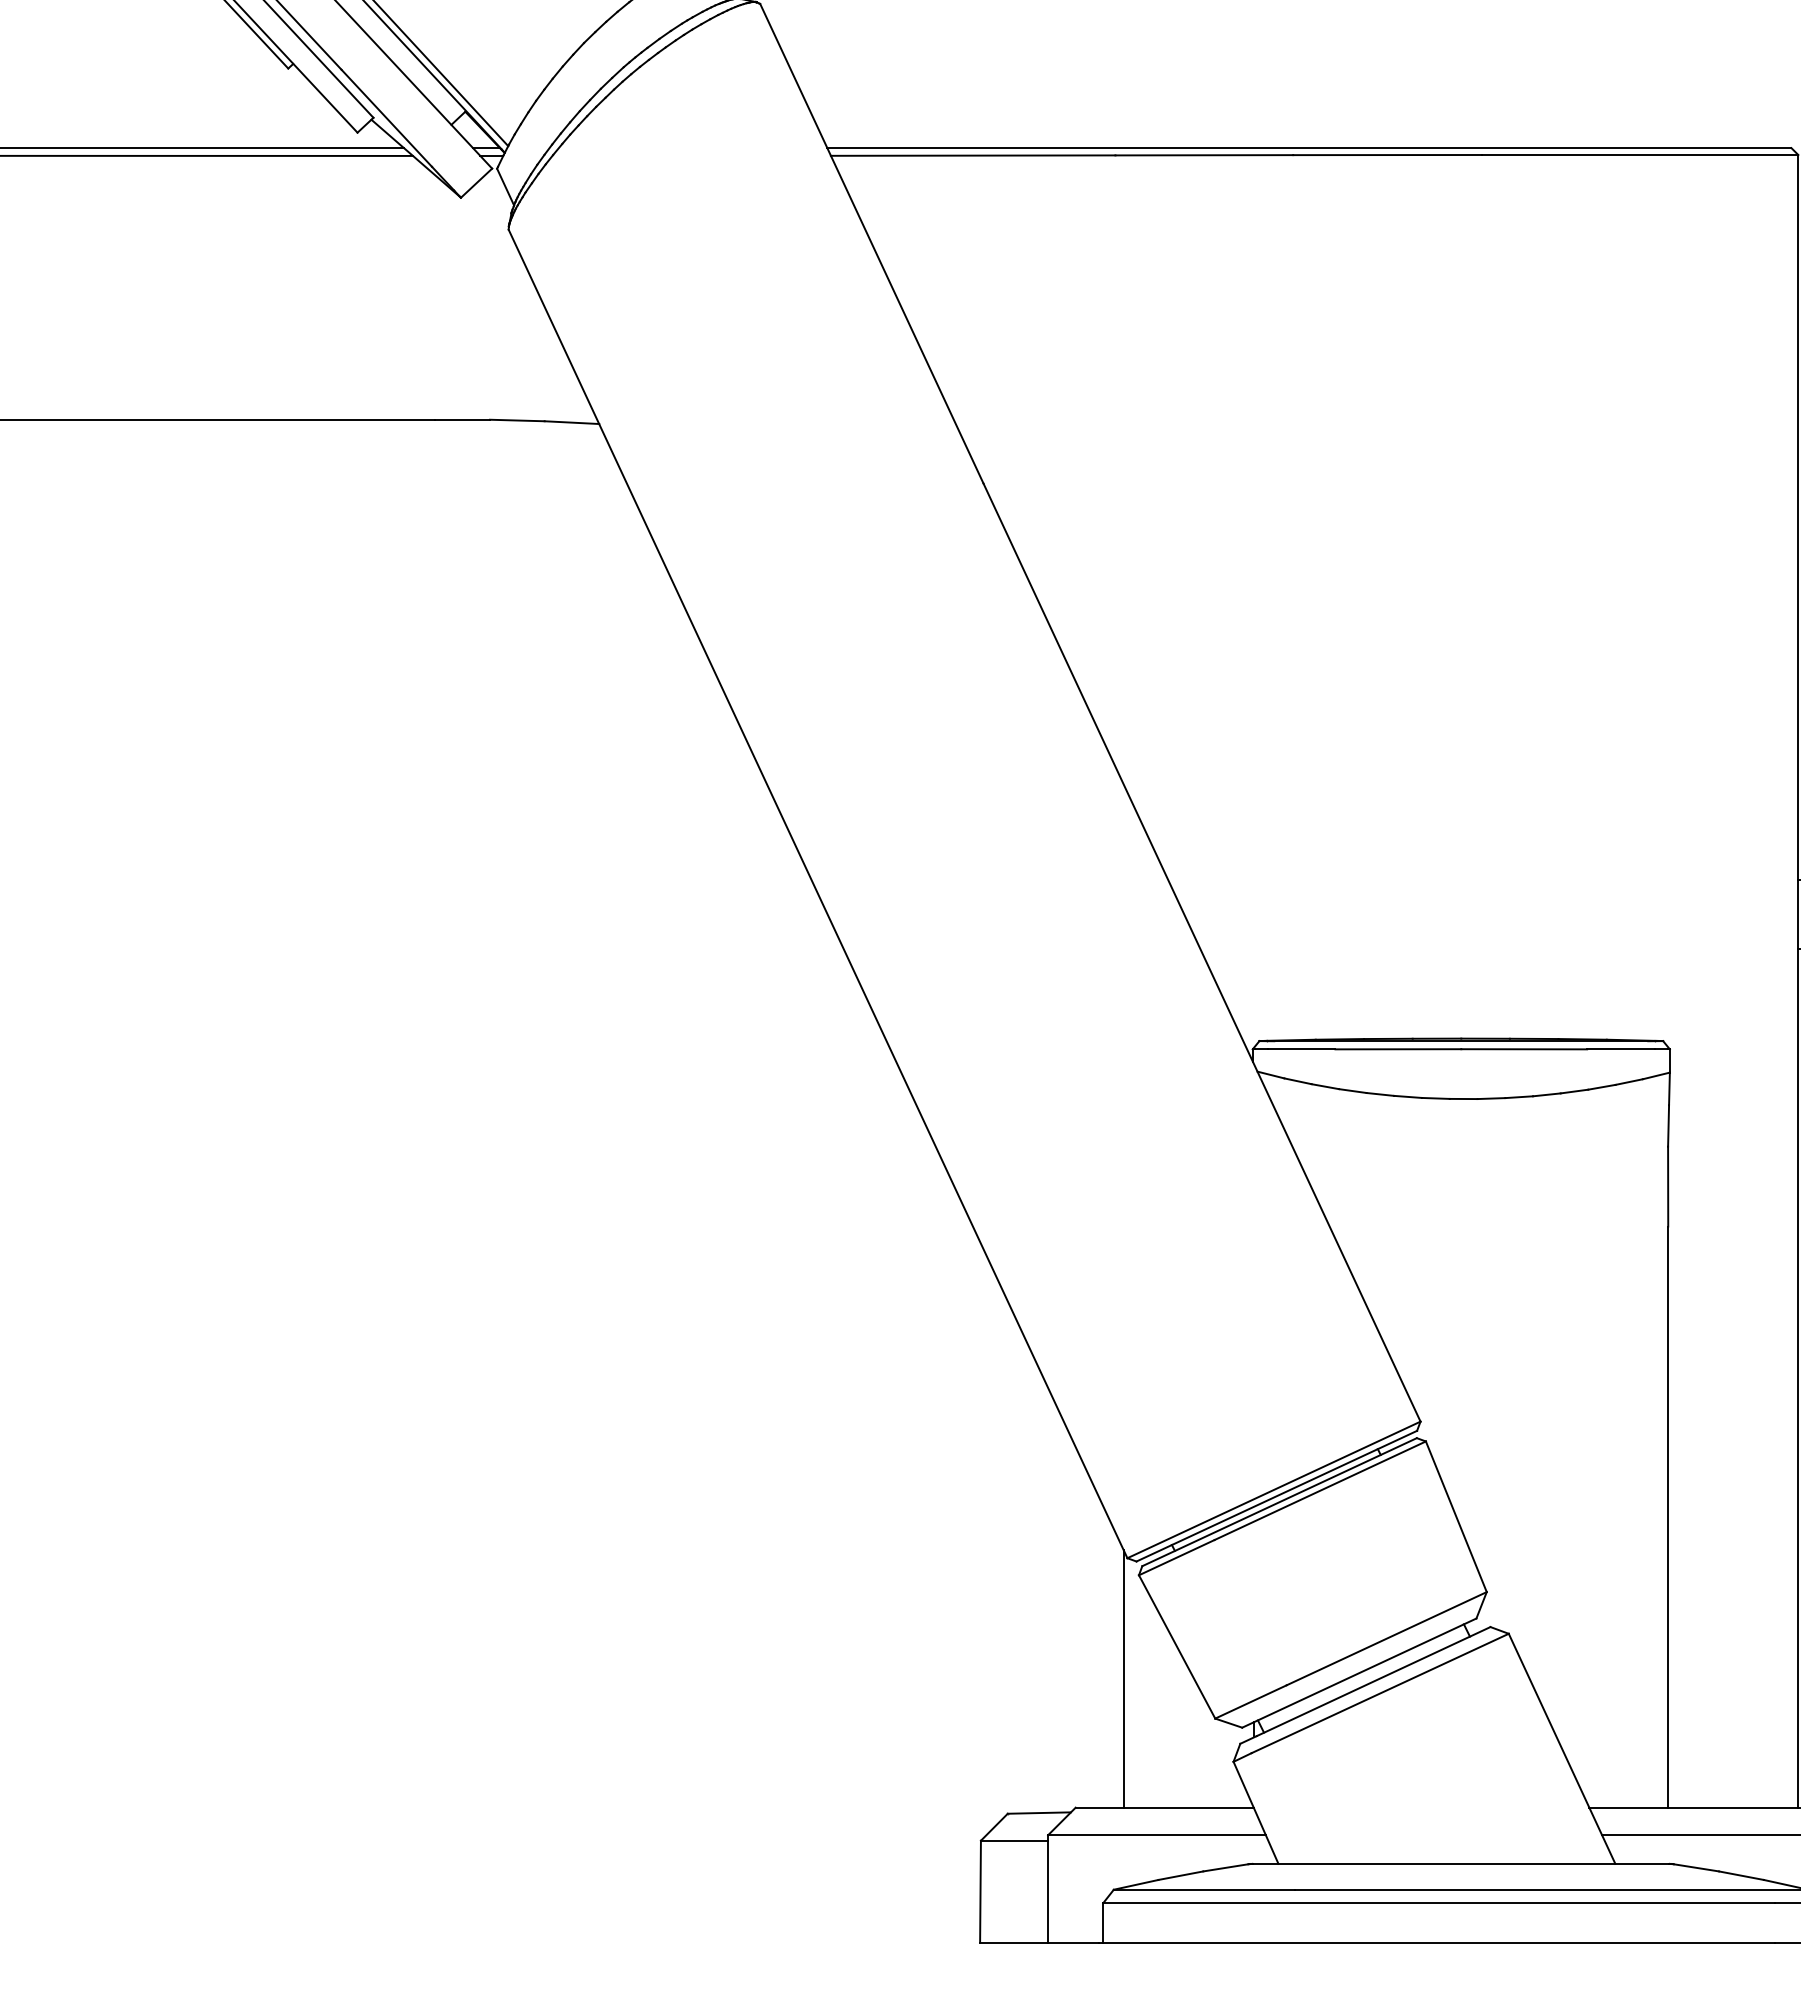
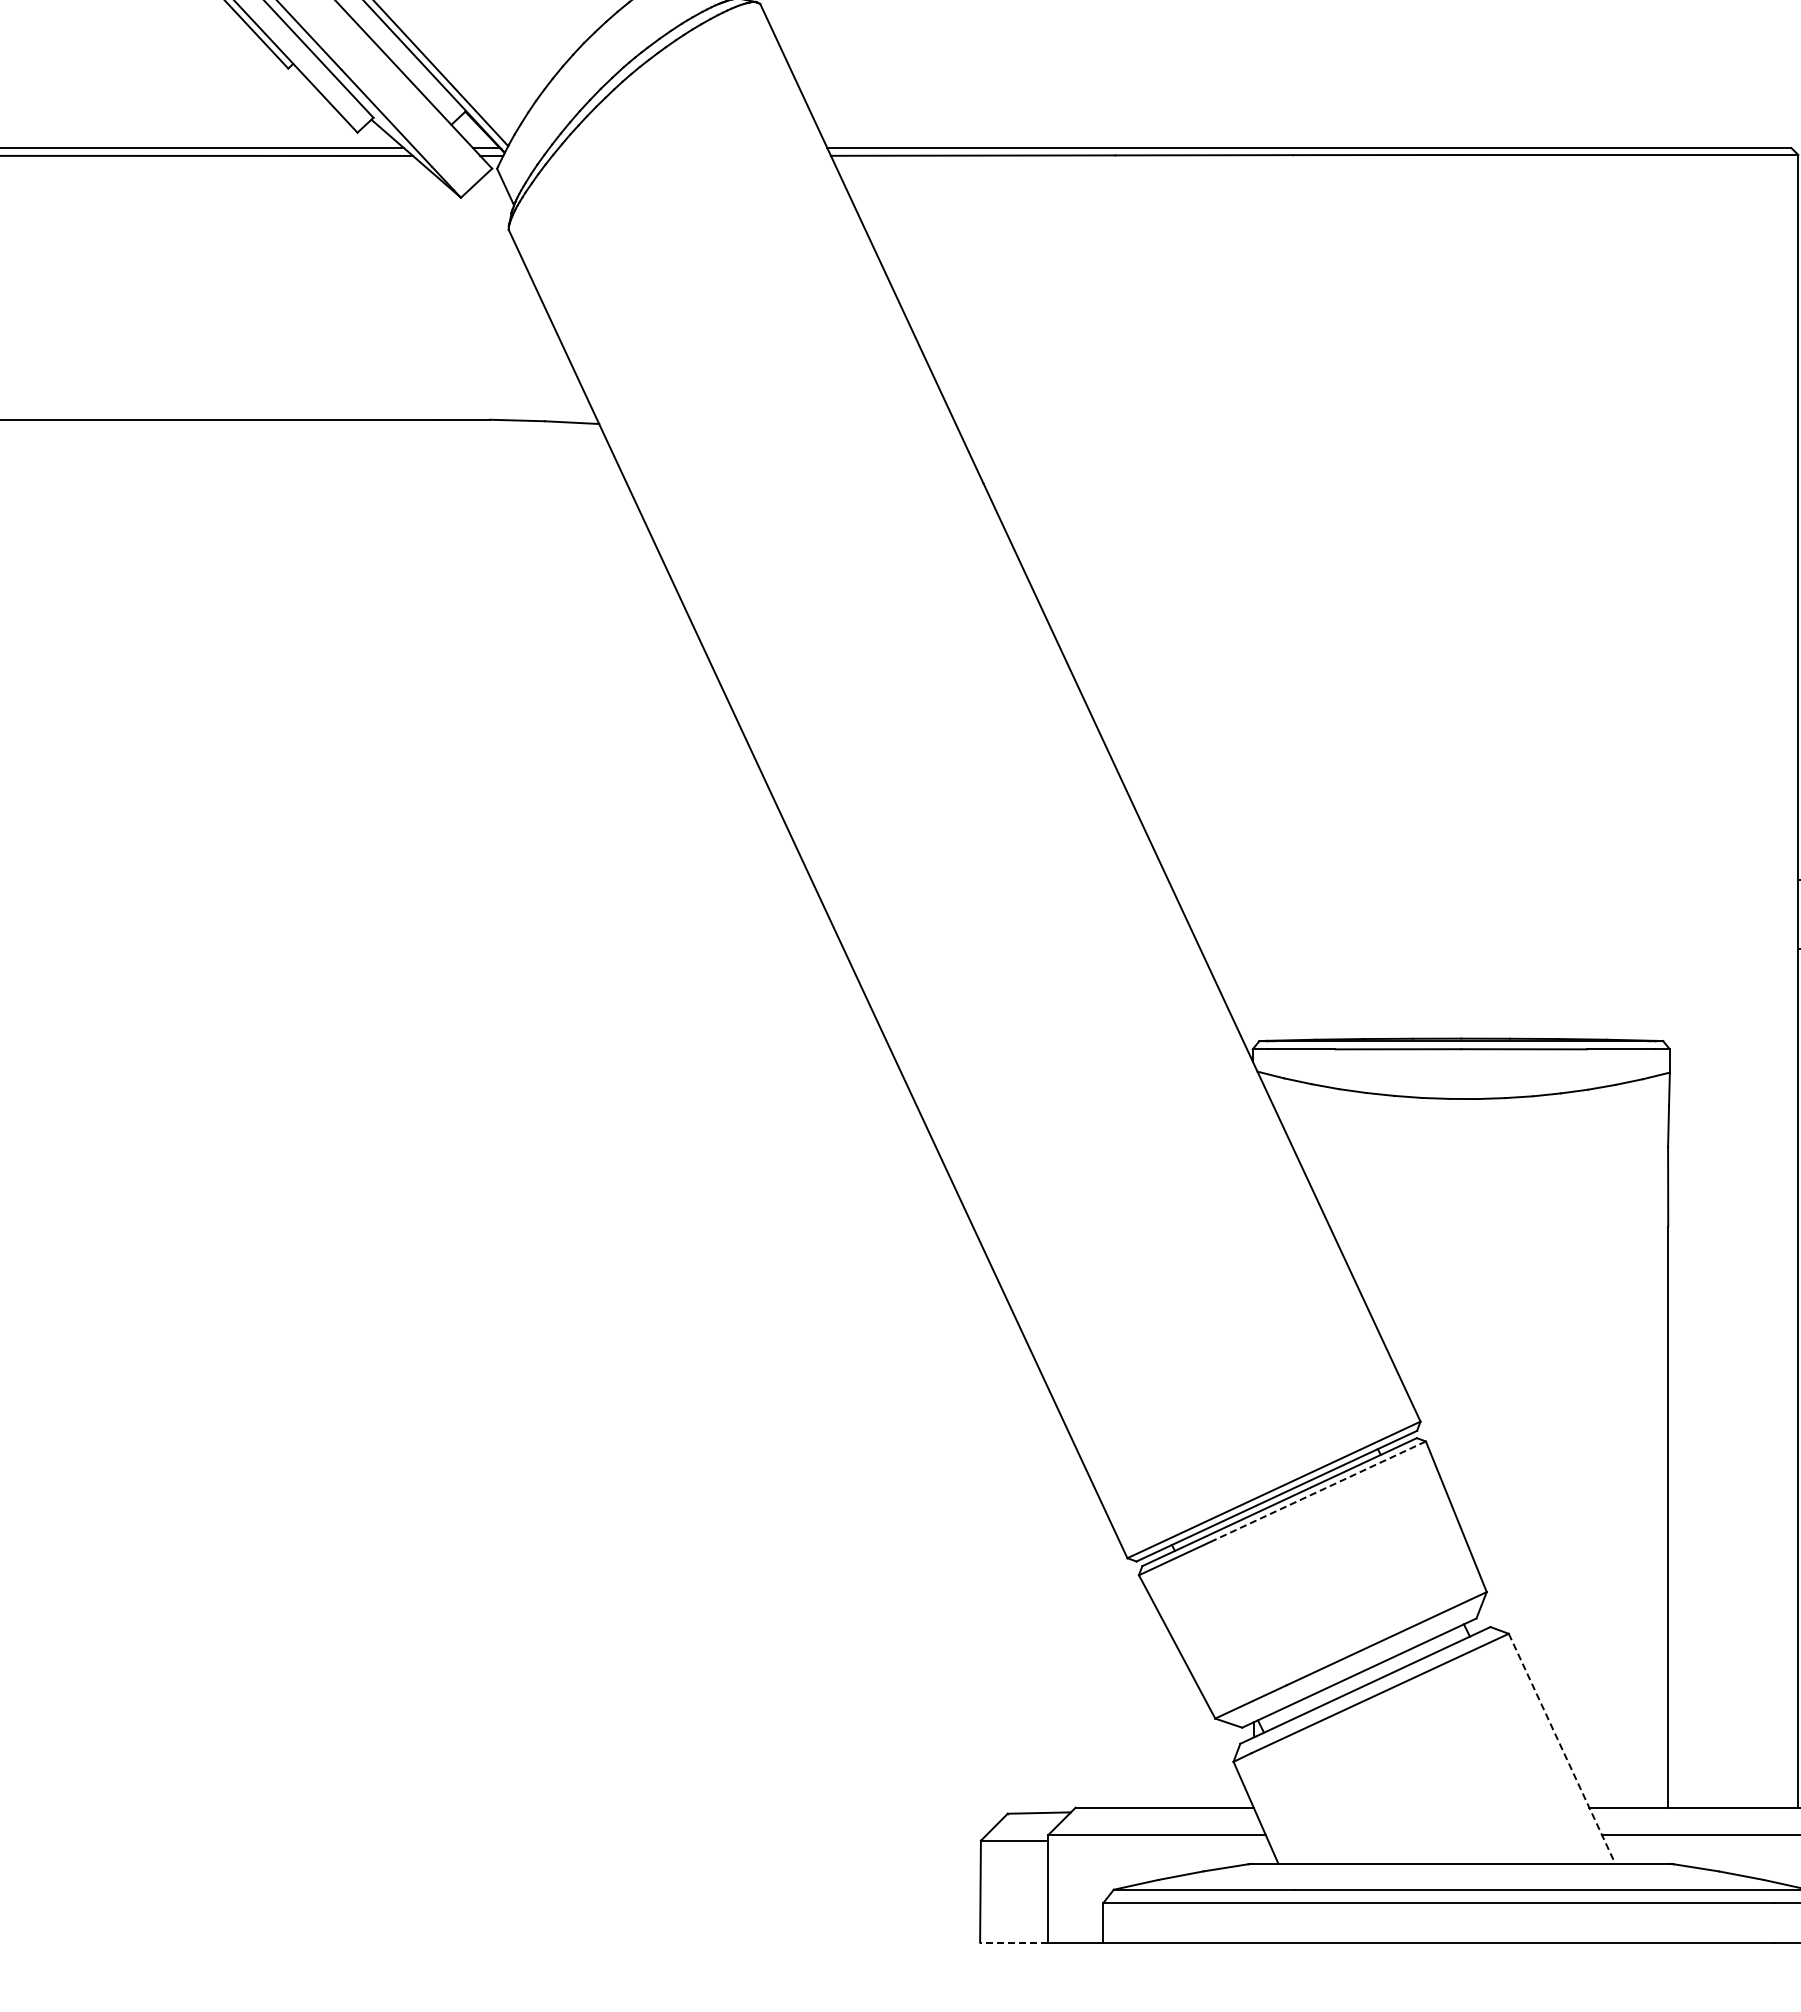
line at (1320, 1490): solid -> dashed
line at (1123, 1678): present -> none
line at (1562, 1748): solid -> dashed
line at (1013, 1942): solid -> dashed
